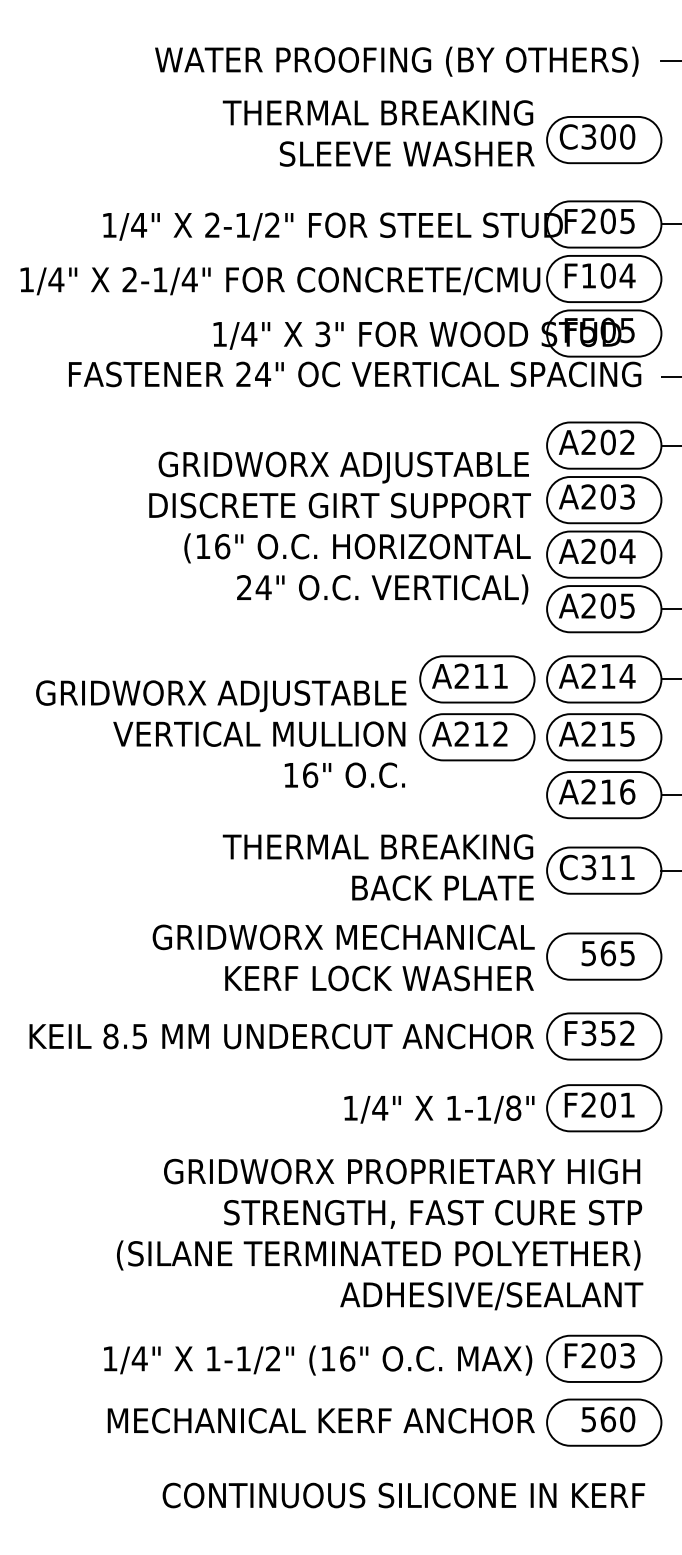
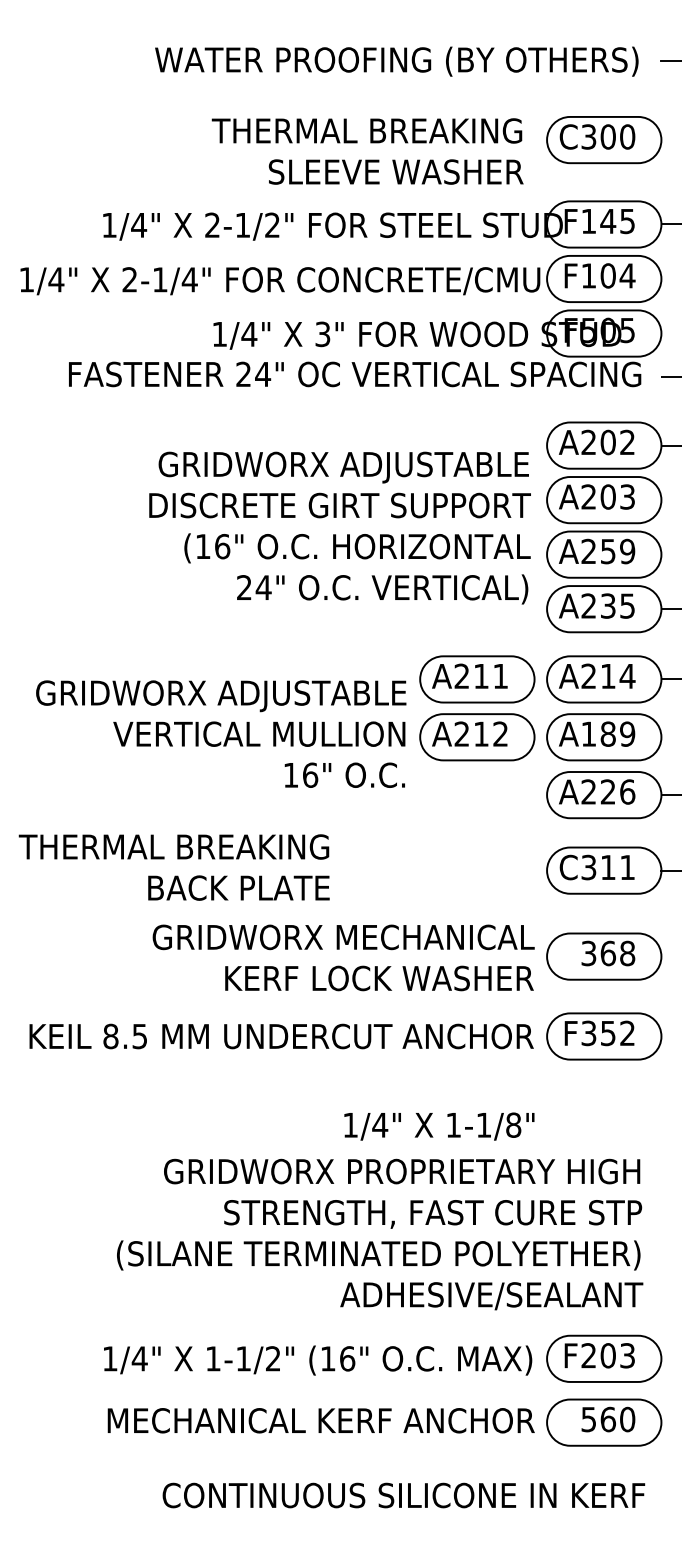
text at (378, 133) position: (378, 133) -> (367, 151)
text at (598, 221): F205 -> F145
text at (617, 551): A204 -> A259
text at (607, 605): A205 -> A235
text at (608, 733): A215 -> A189
text at (607, 791): A216 -> A226
text at (377, 867) position: (377, 867) -> (173, 867)
text at (608, 953): 565 -> 368
part at (604, 1108): present -> none
text at (439, 1109) position: (439, 1109) -> (439, 1126)
